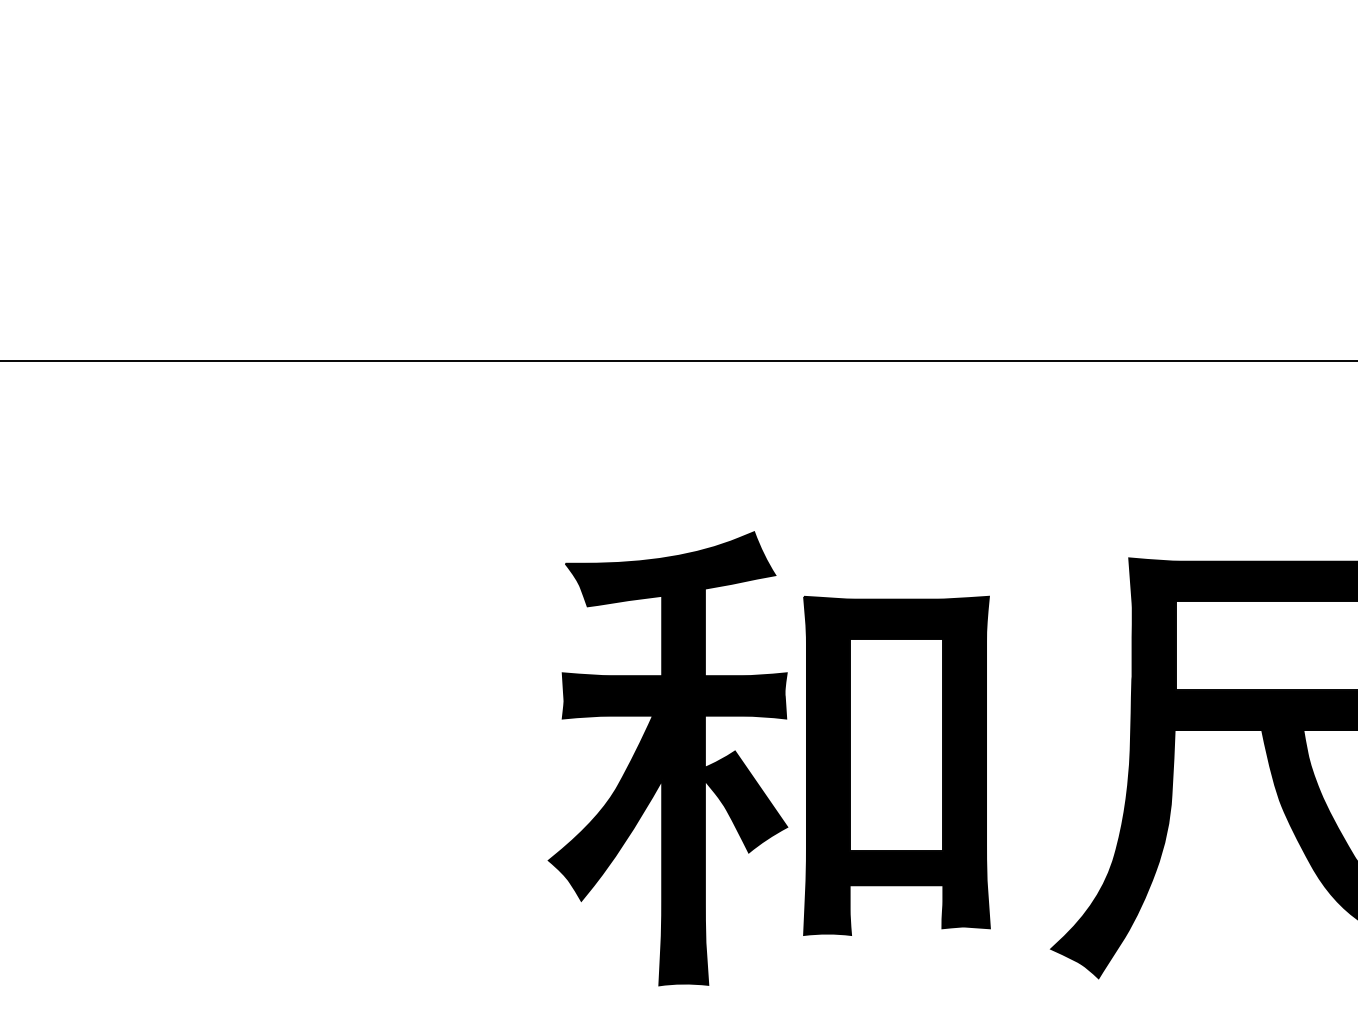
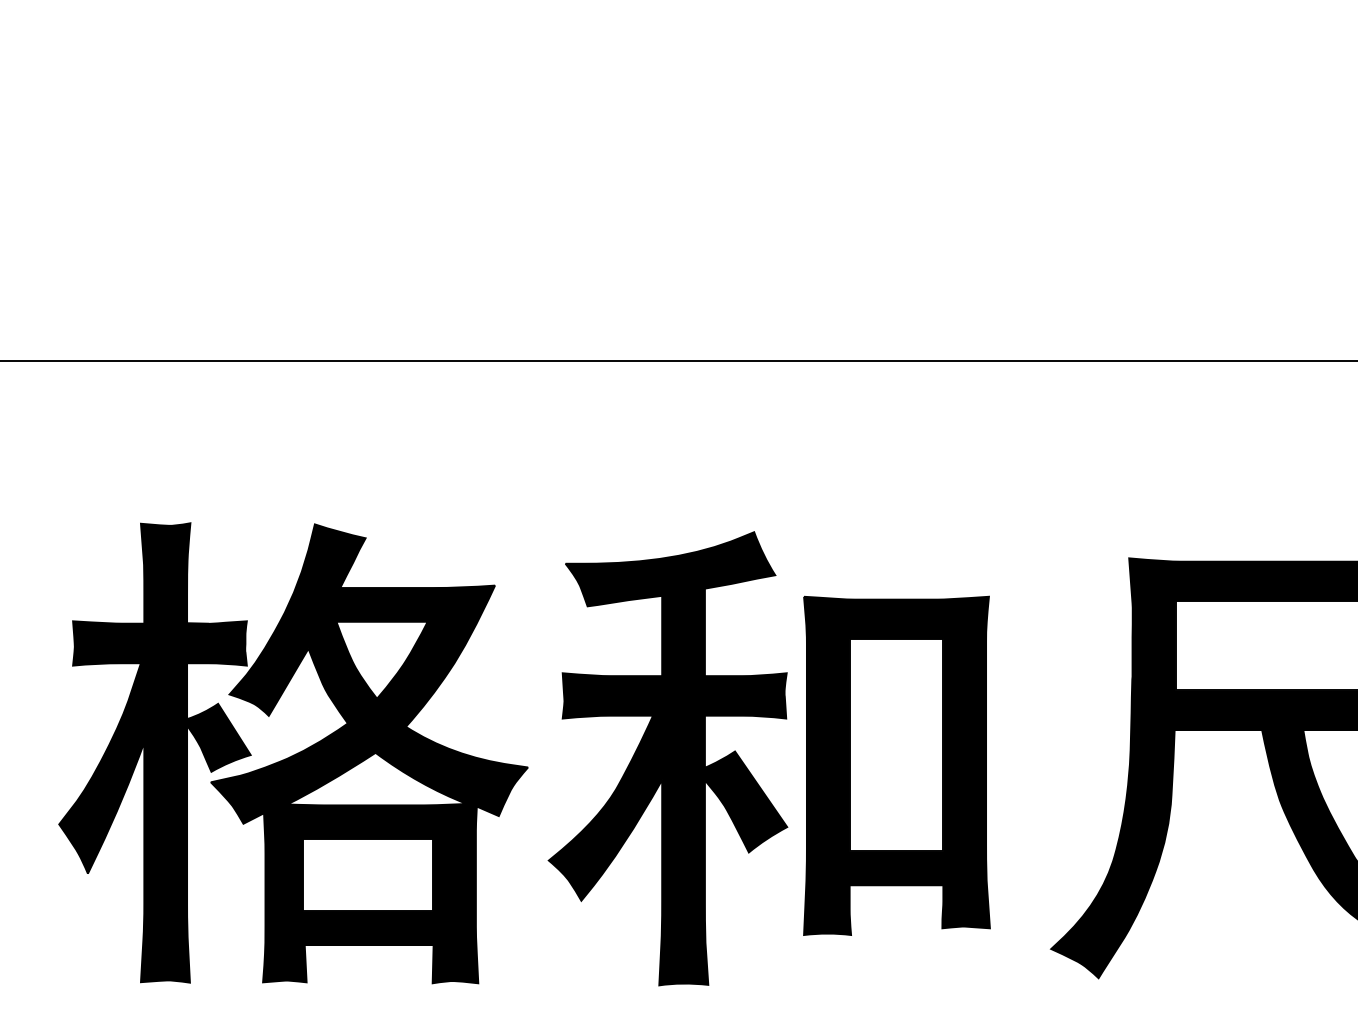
part at (293, 753): none -> present
